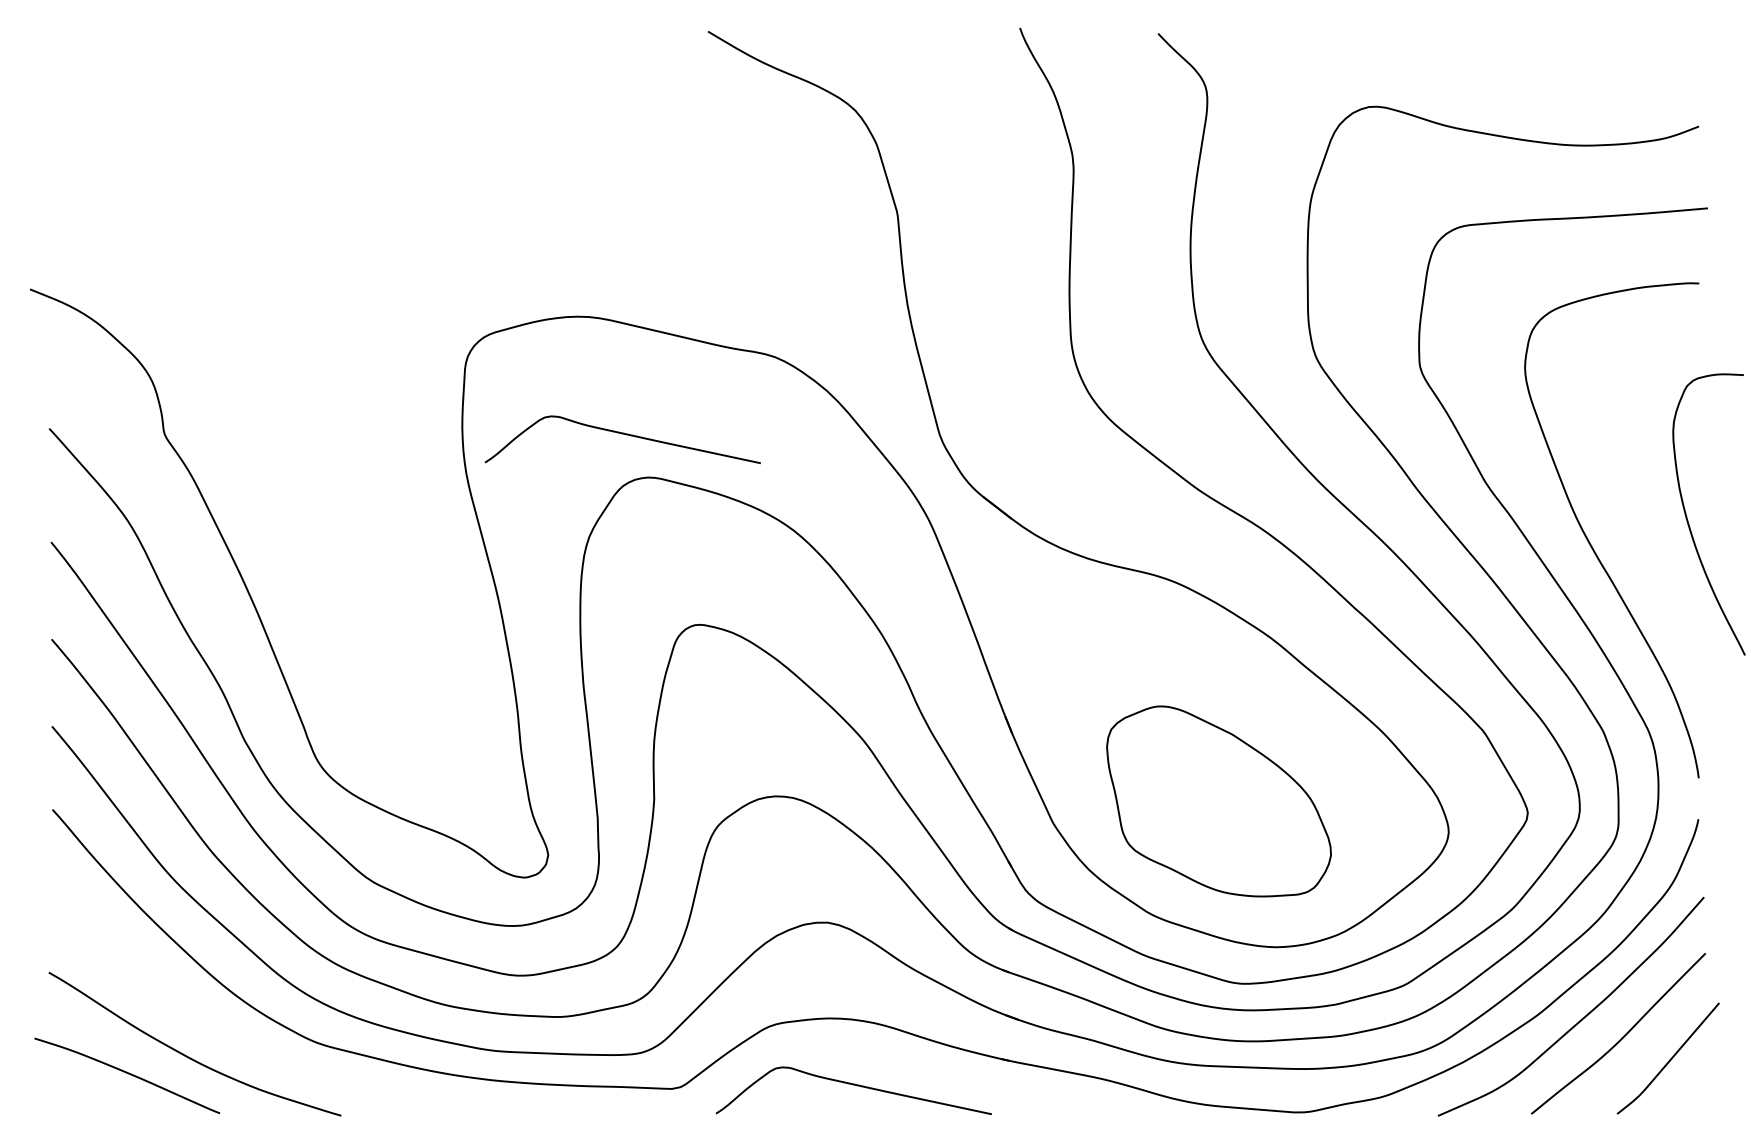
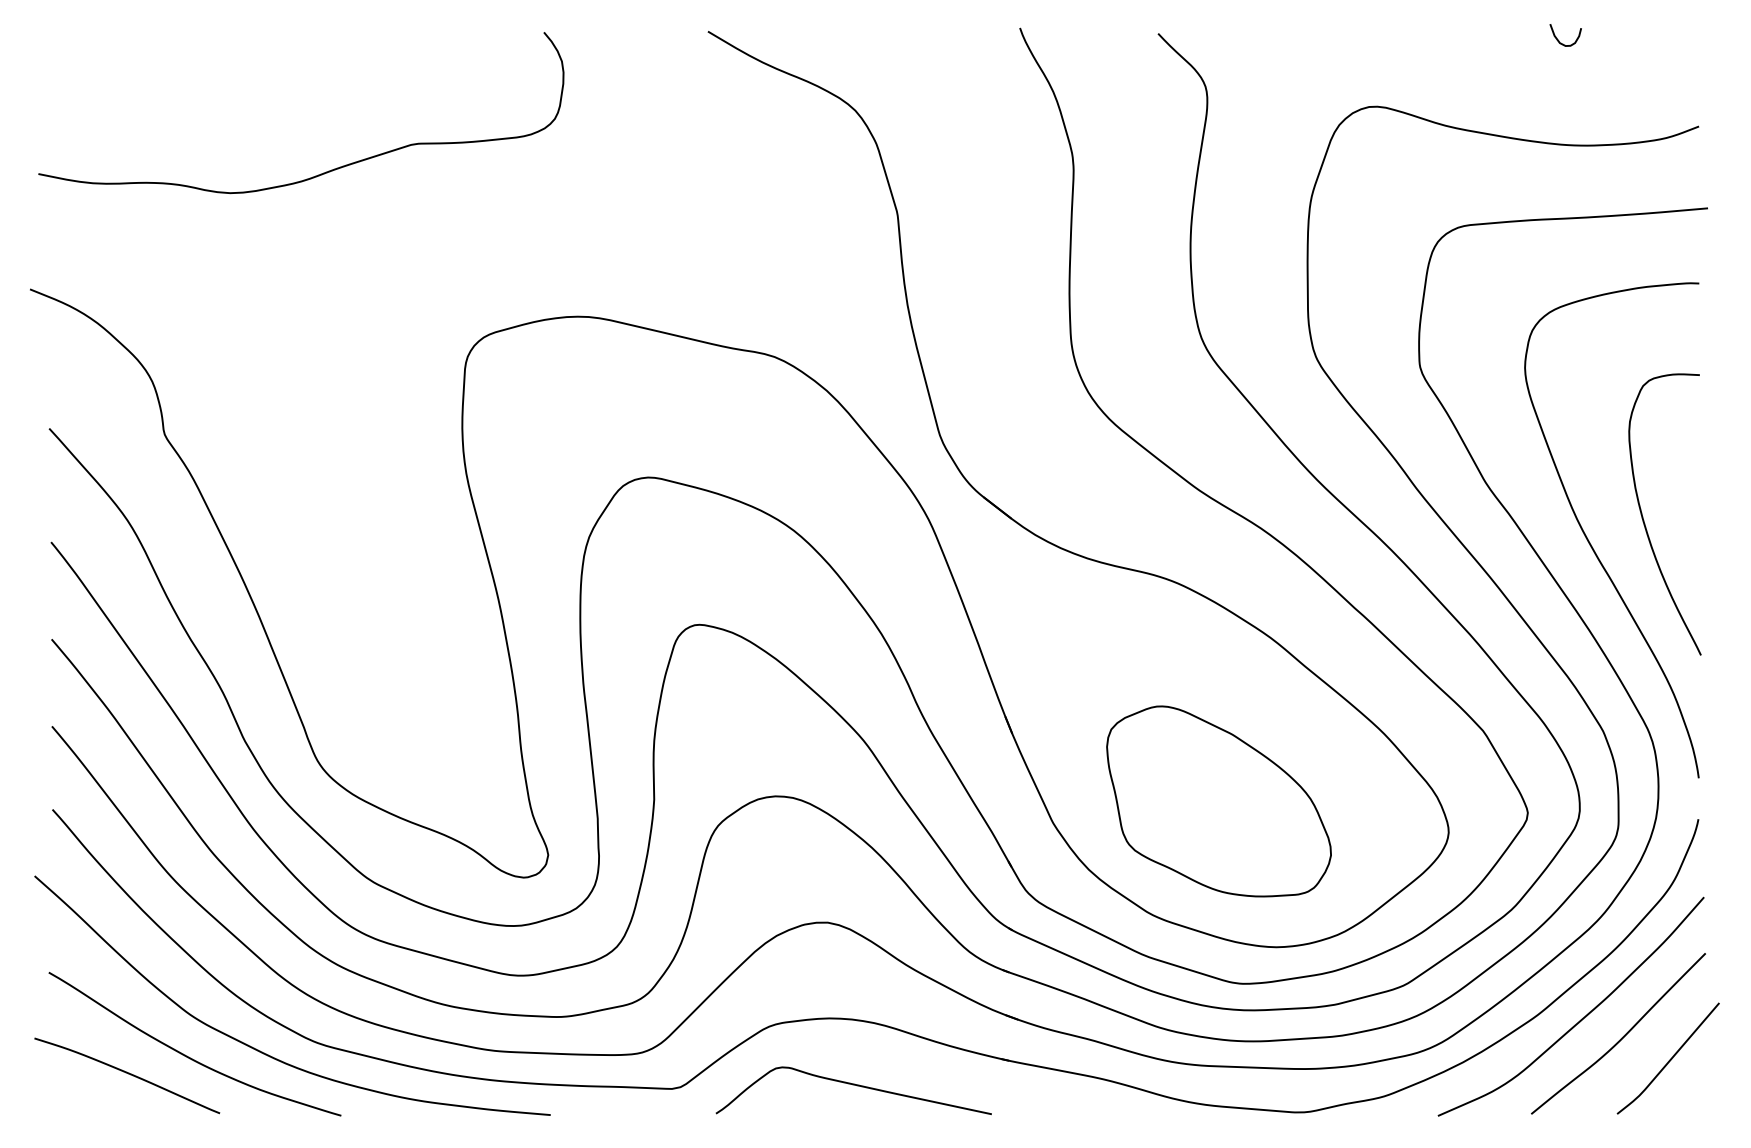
curve at (1559, 40): none -> present
curve at (320, 173): none -> present
curve at (622, 434): present -> none
curve at (1688, 520) position: (1688, 520) -> (1644, 520)
curve at (264, 1052): none -> present
